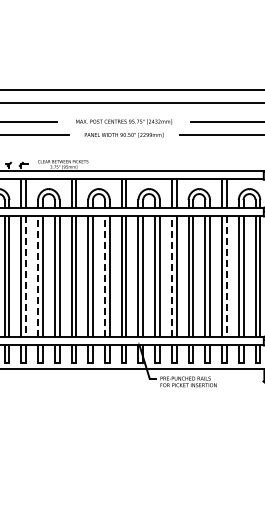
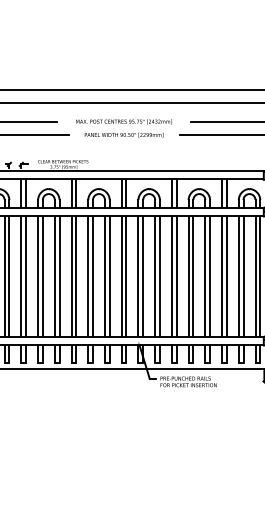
line at (26, 276): dashed -> solid
line at (38, 276): dashed -> solid
line at (104, 276): dashed -> solid
line at (171, 276): dashed -> solid
line at (226, 276): dashed -> solid
